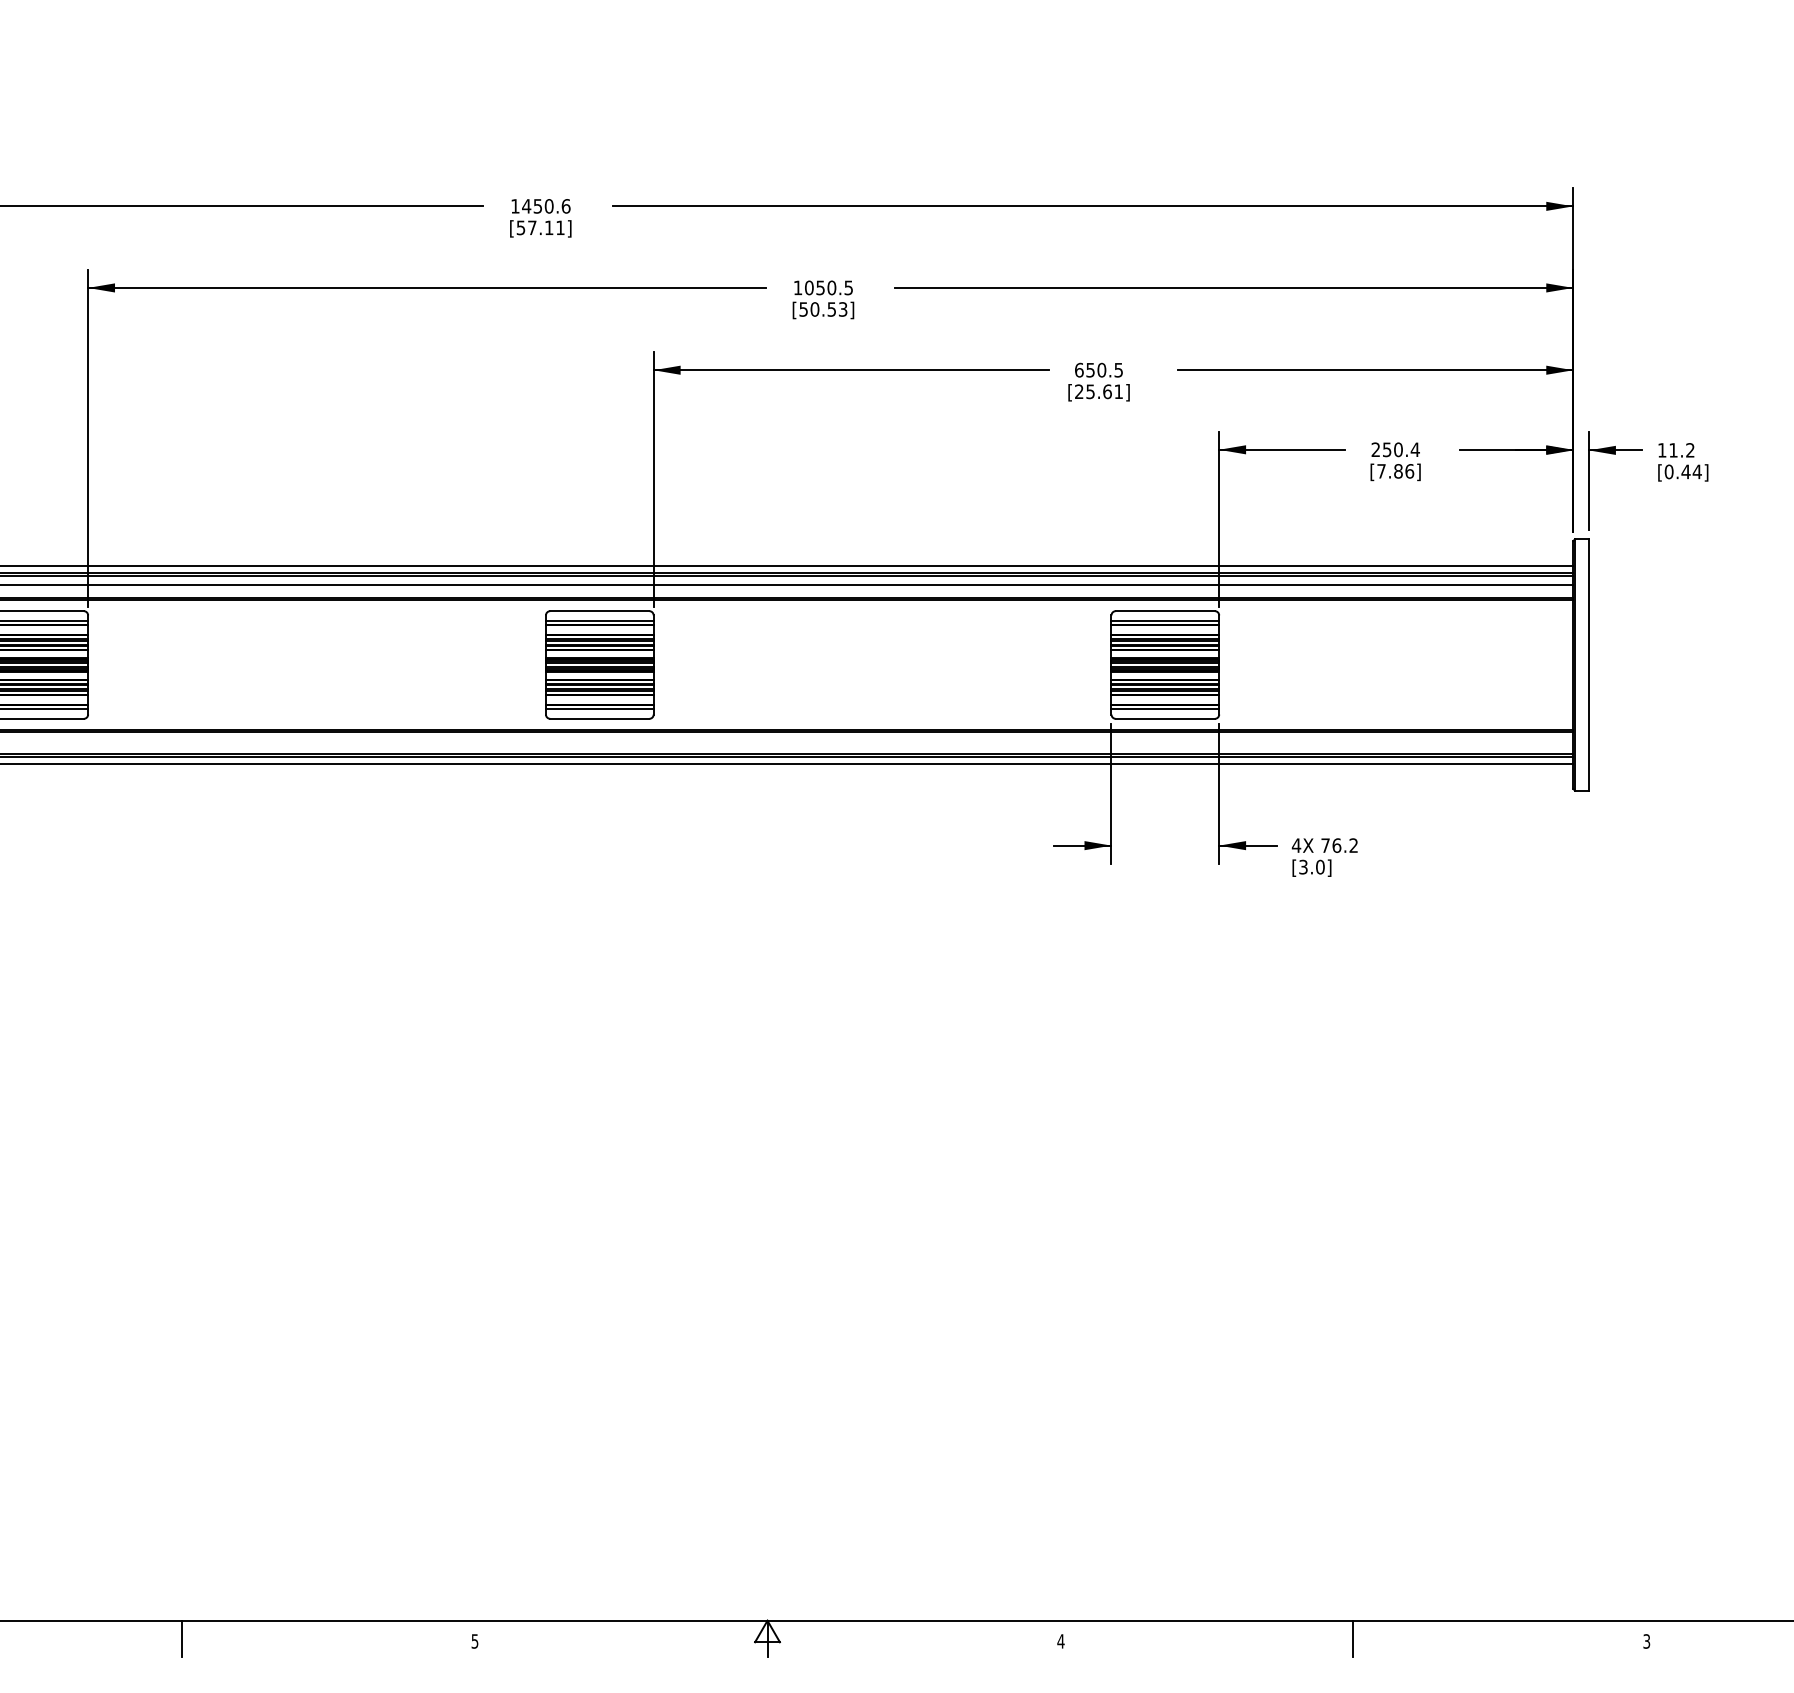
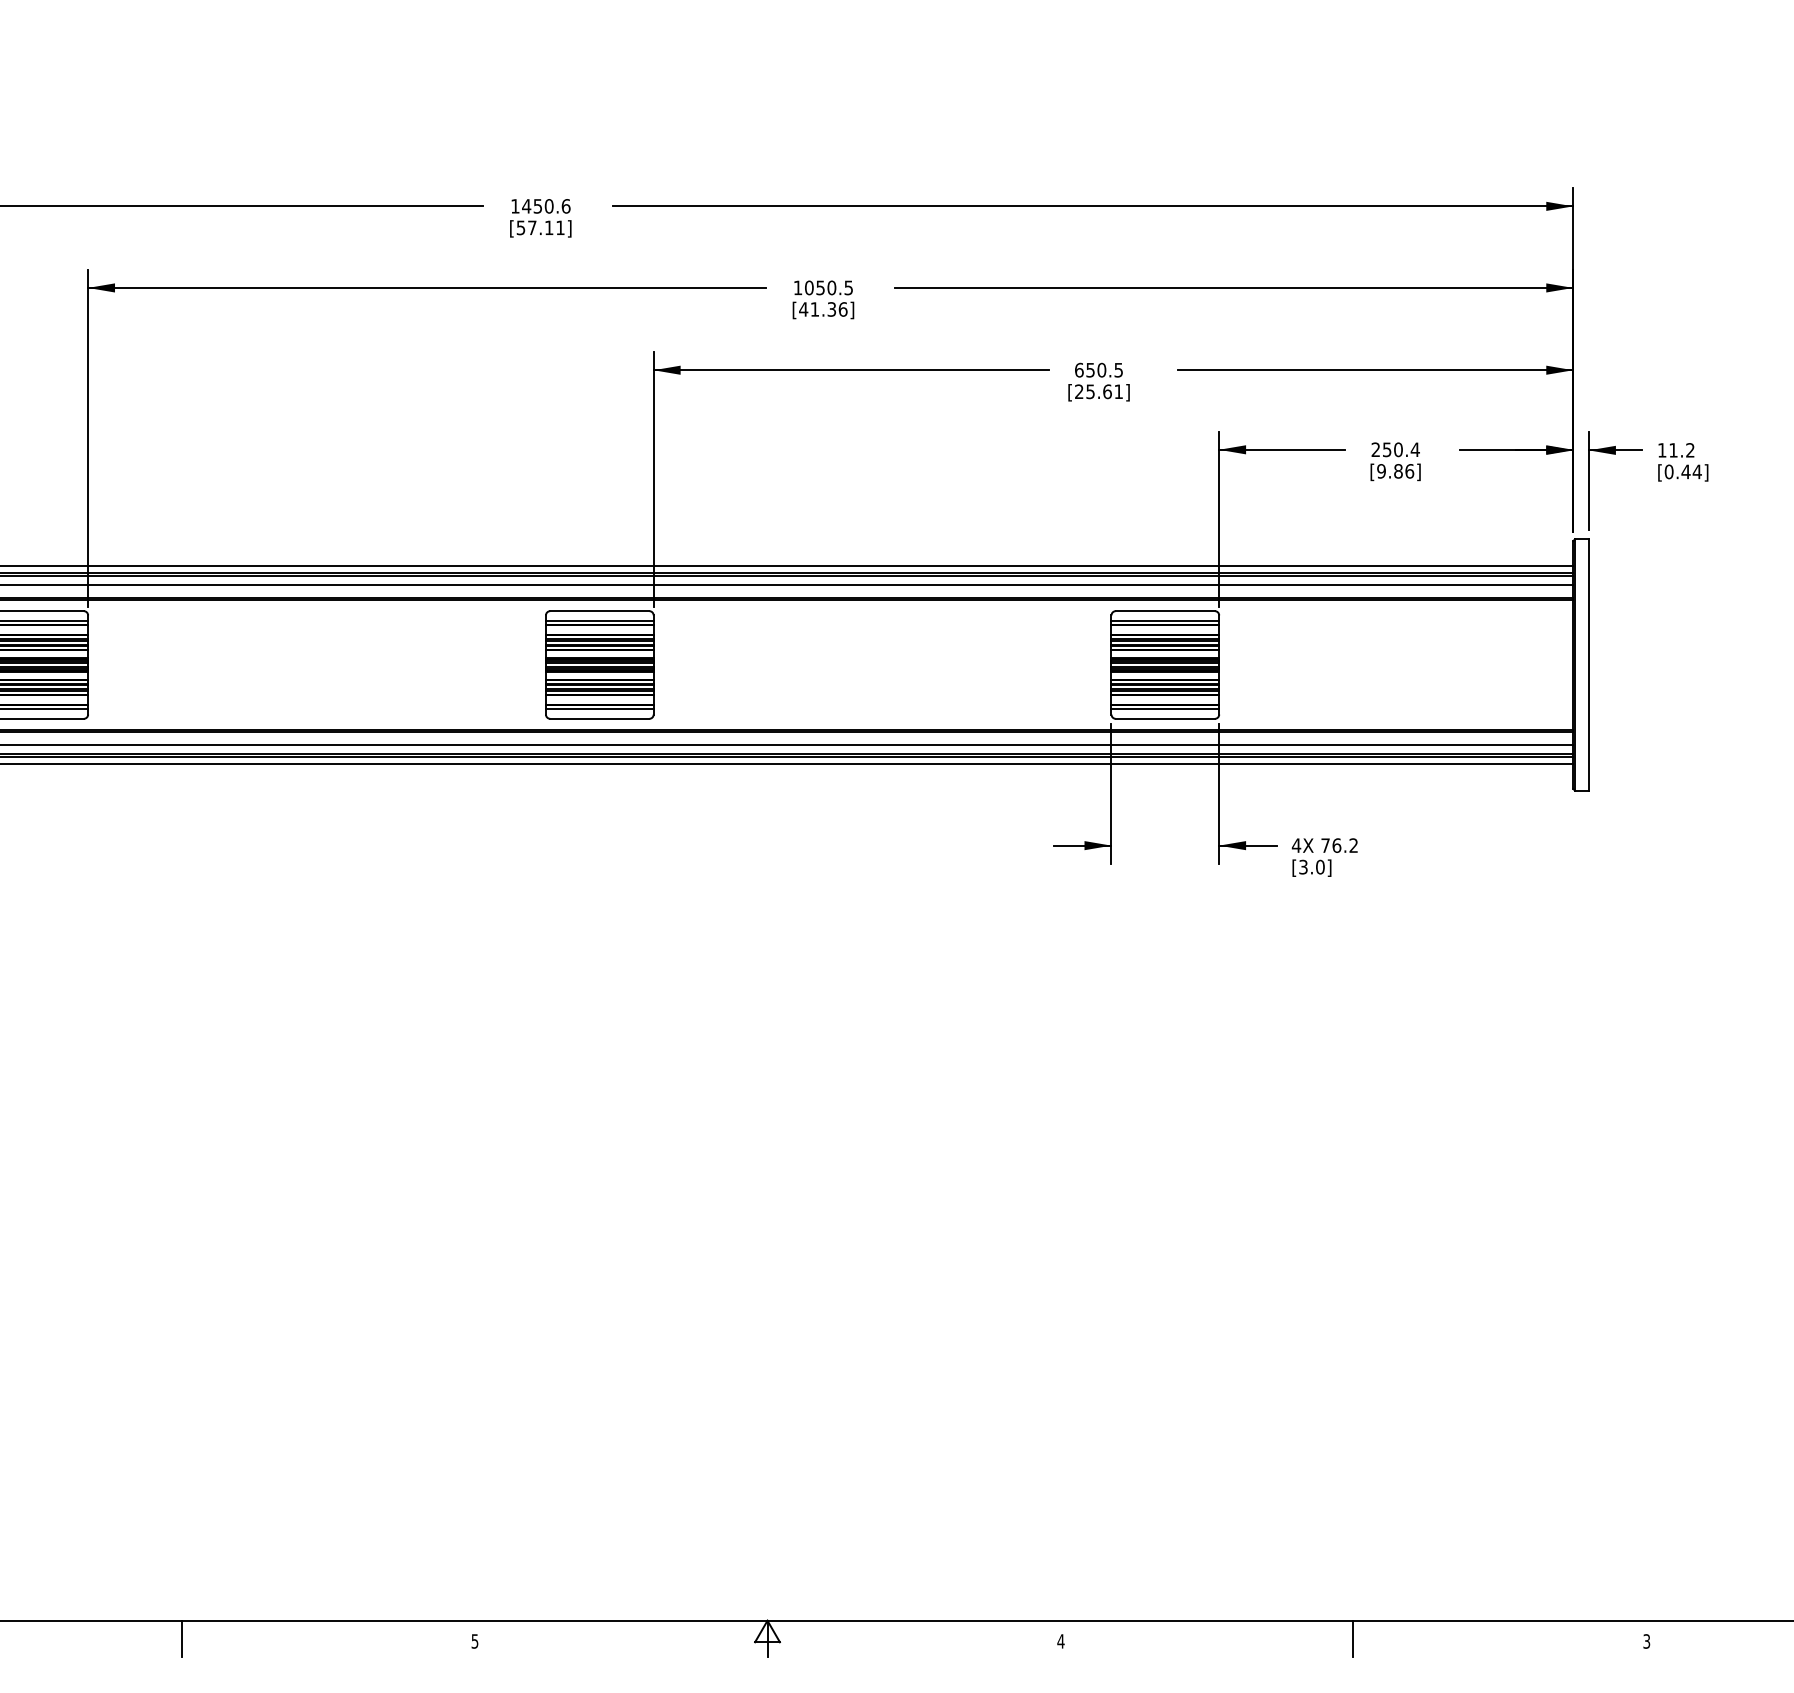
text at (823, 309): [50.53] -> [41.36]
text at (1381, 471): [7.86] -> [9.86]
line at (787, 745): none -> present
